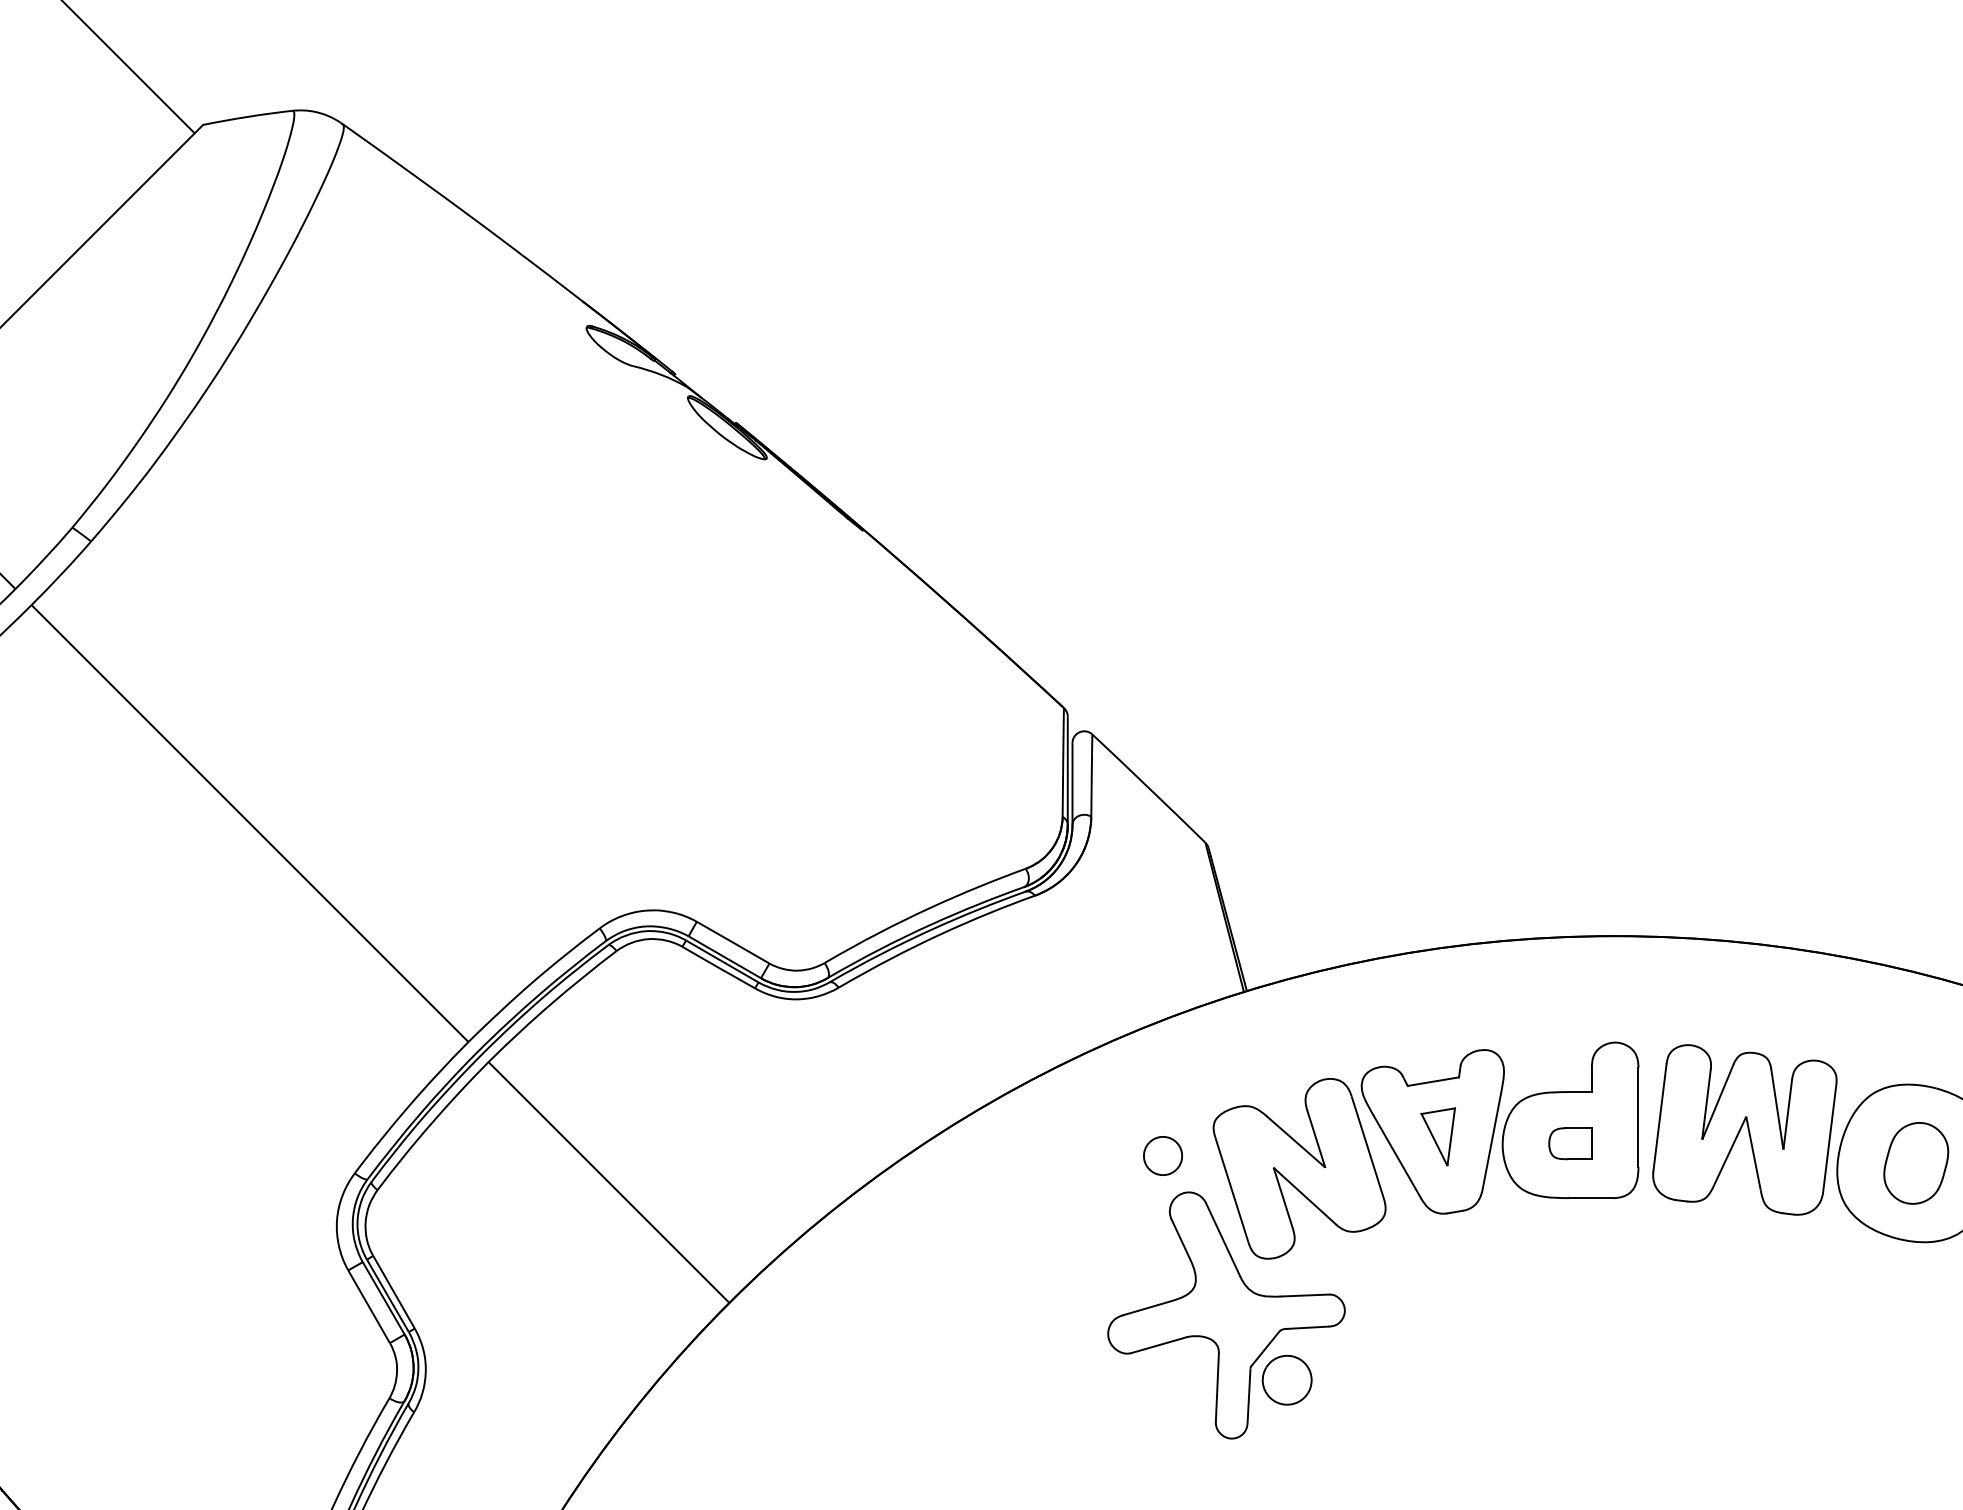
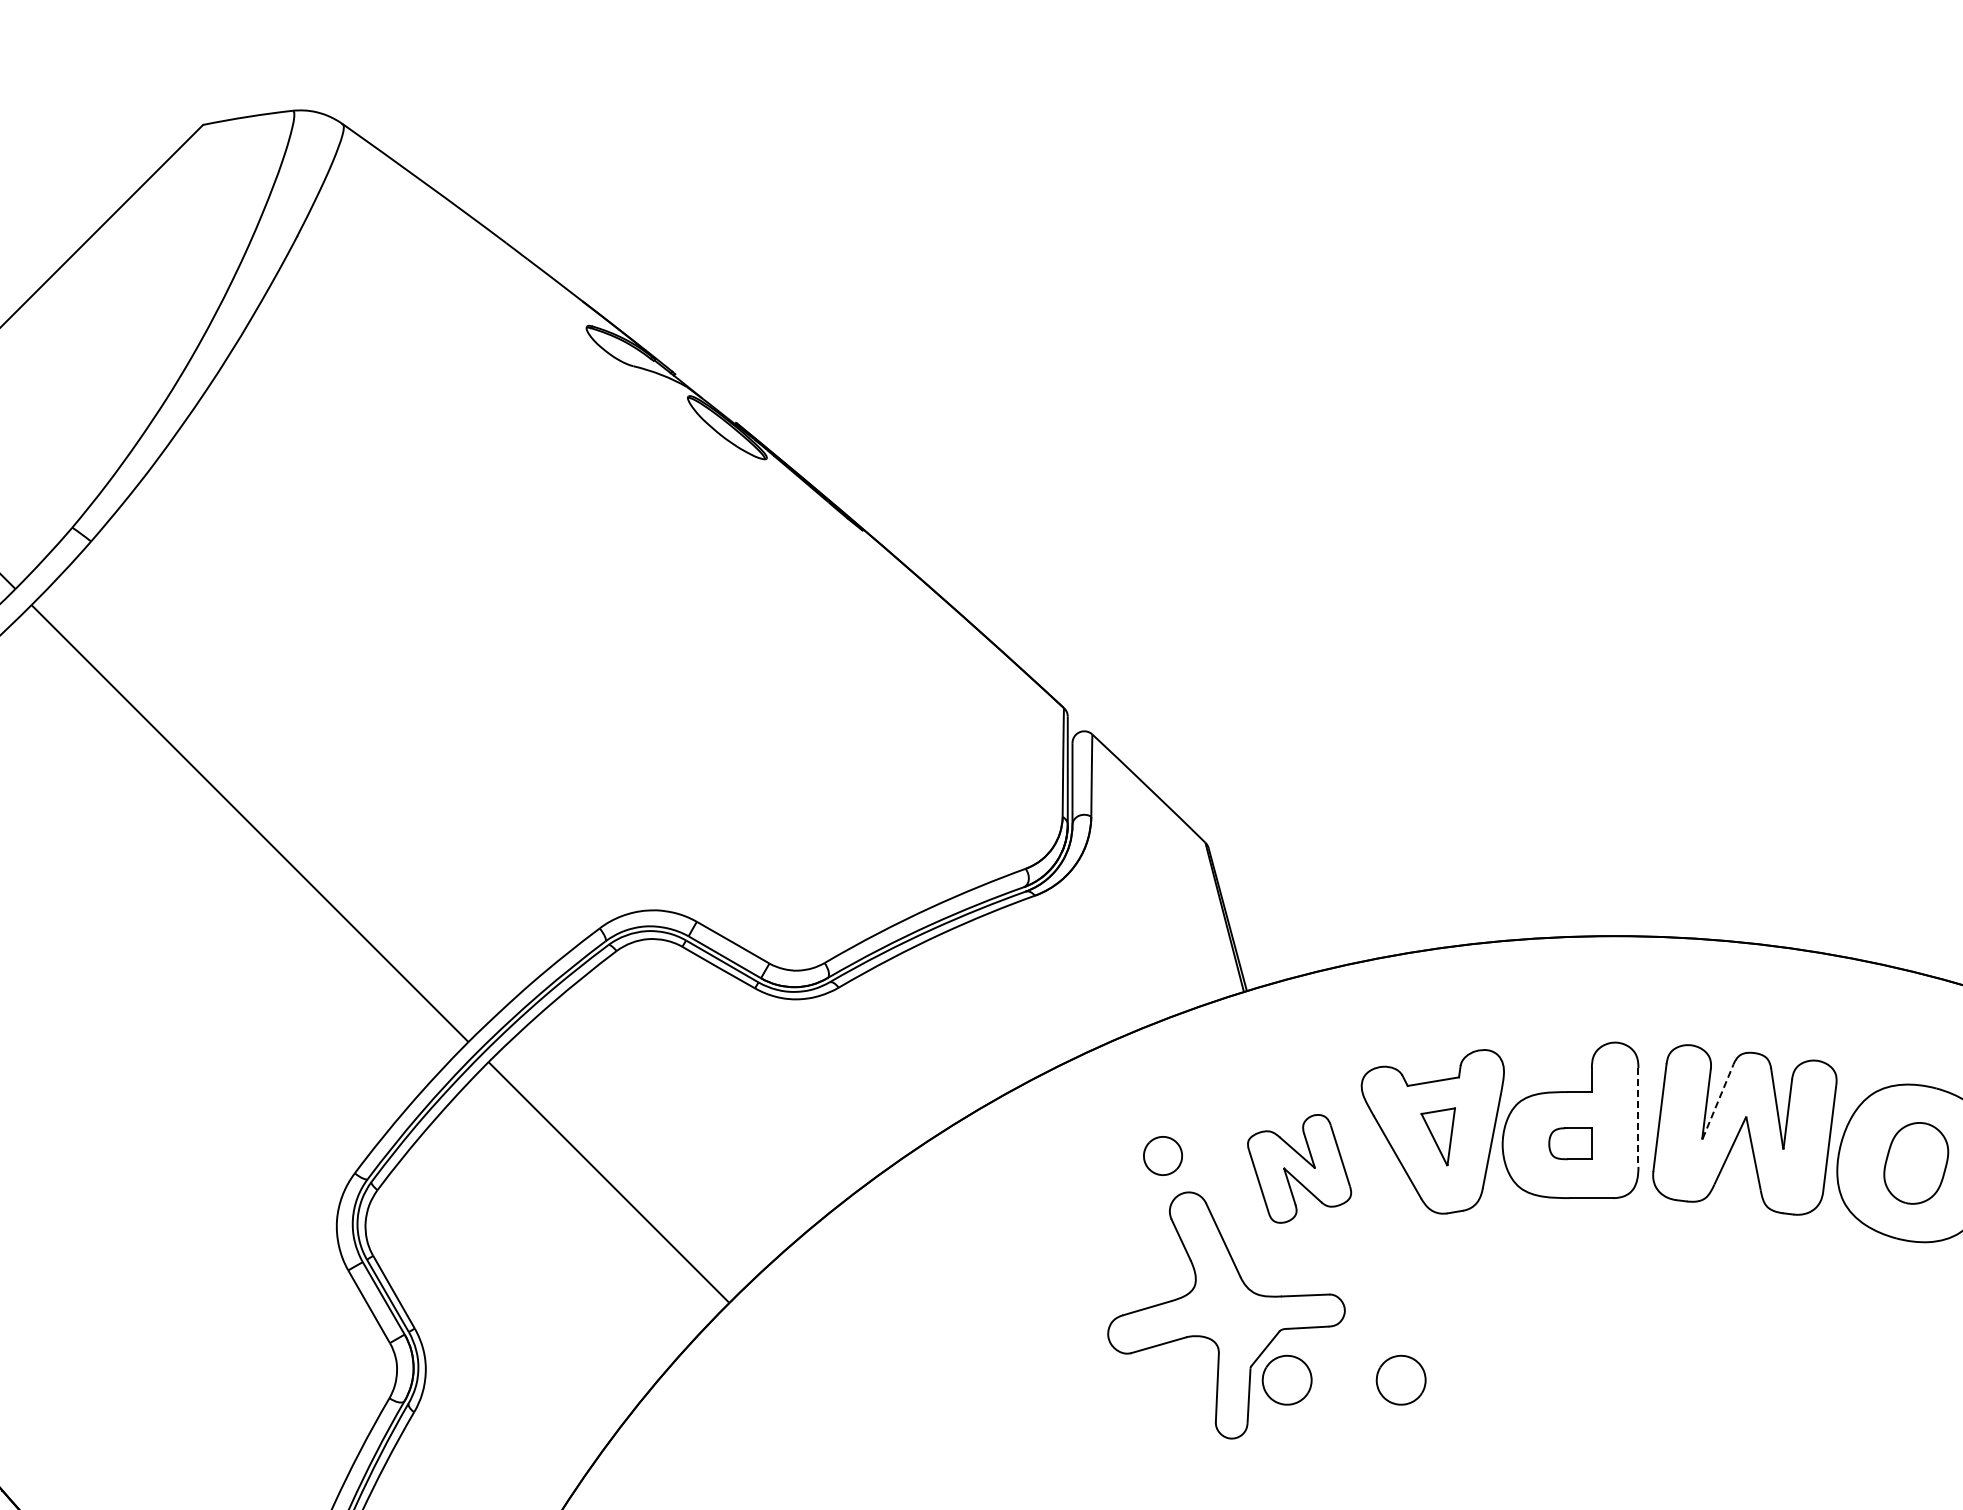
line at (128, 67): present -> none
line at (1718, 1101): solid -> dashed
line at (1638, 1117): solid -> dashed
part at (1299, 1168) size: 175x182 px -> 106x110 px
part at (1400, 1379): none -> present
